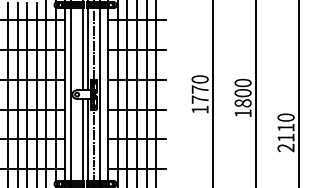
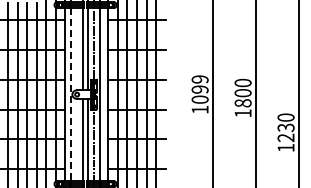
text at (199, 89): 1770 -> 1099
line at (71, 94): solid -> dashed
text at (285, 137): 2110 -> 1230
